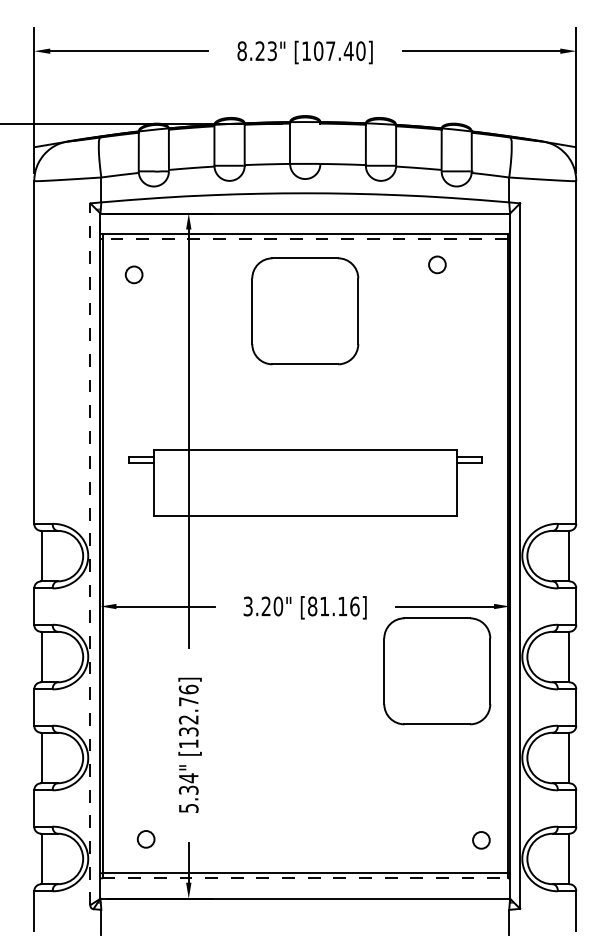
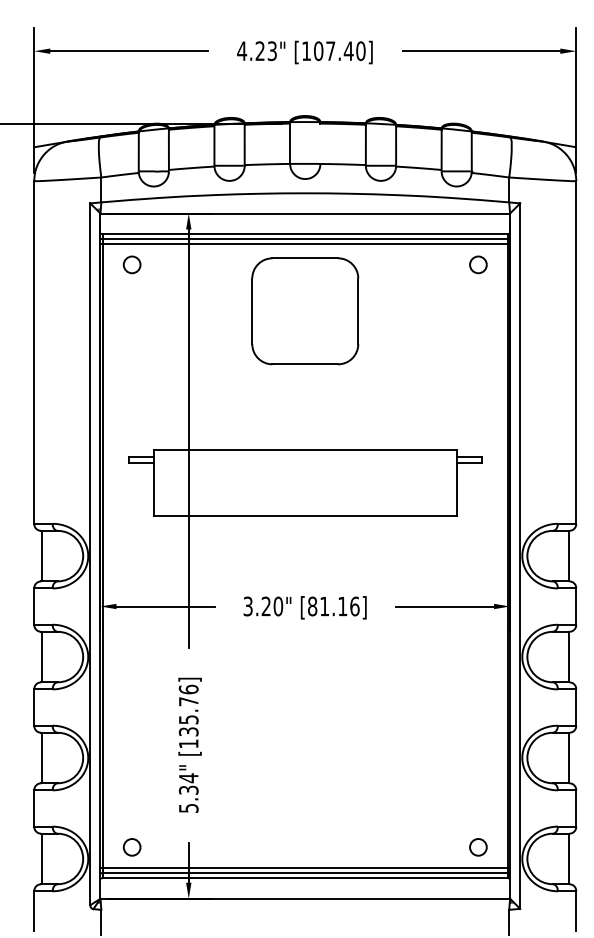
text at (242, 51): 8.23" -> 4.23"
line at (305, 238): dashed -> solid
line at (305, 243): none -> present
circle at (437, 264) position: (437, 264) -> (478, 264)
circle at (133, 274) position: (133, 274) -> (131, 264)
line at (90, 554): dashed -> solid
part at (437, 671): present -> none
text at (188, 719): [132.76] -> [135.76]
circle at (145, 839) position: (145, 839) -> (131, 847)
circle at (481, 840) position: (481, 840) -> (478, 847)
line at (305, 868): none -> present
line at (305, 878): dashed -> solid
